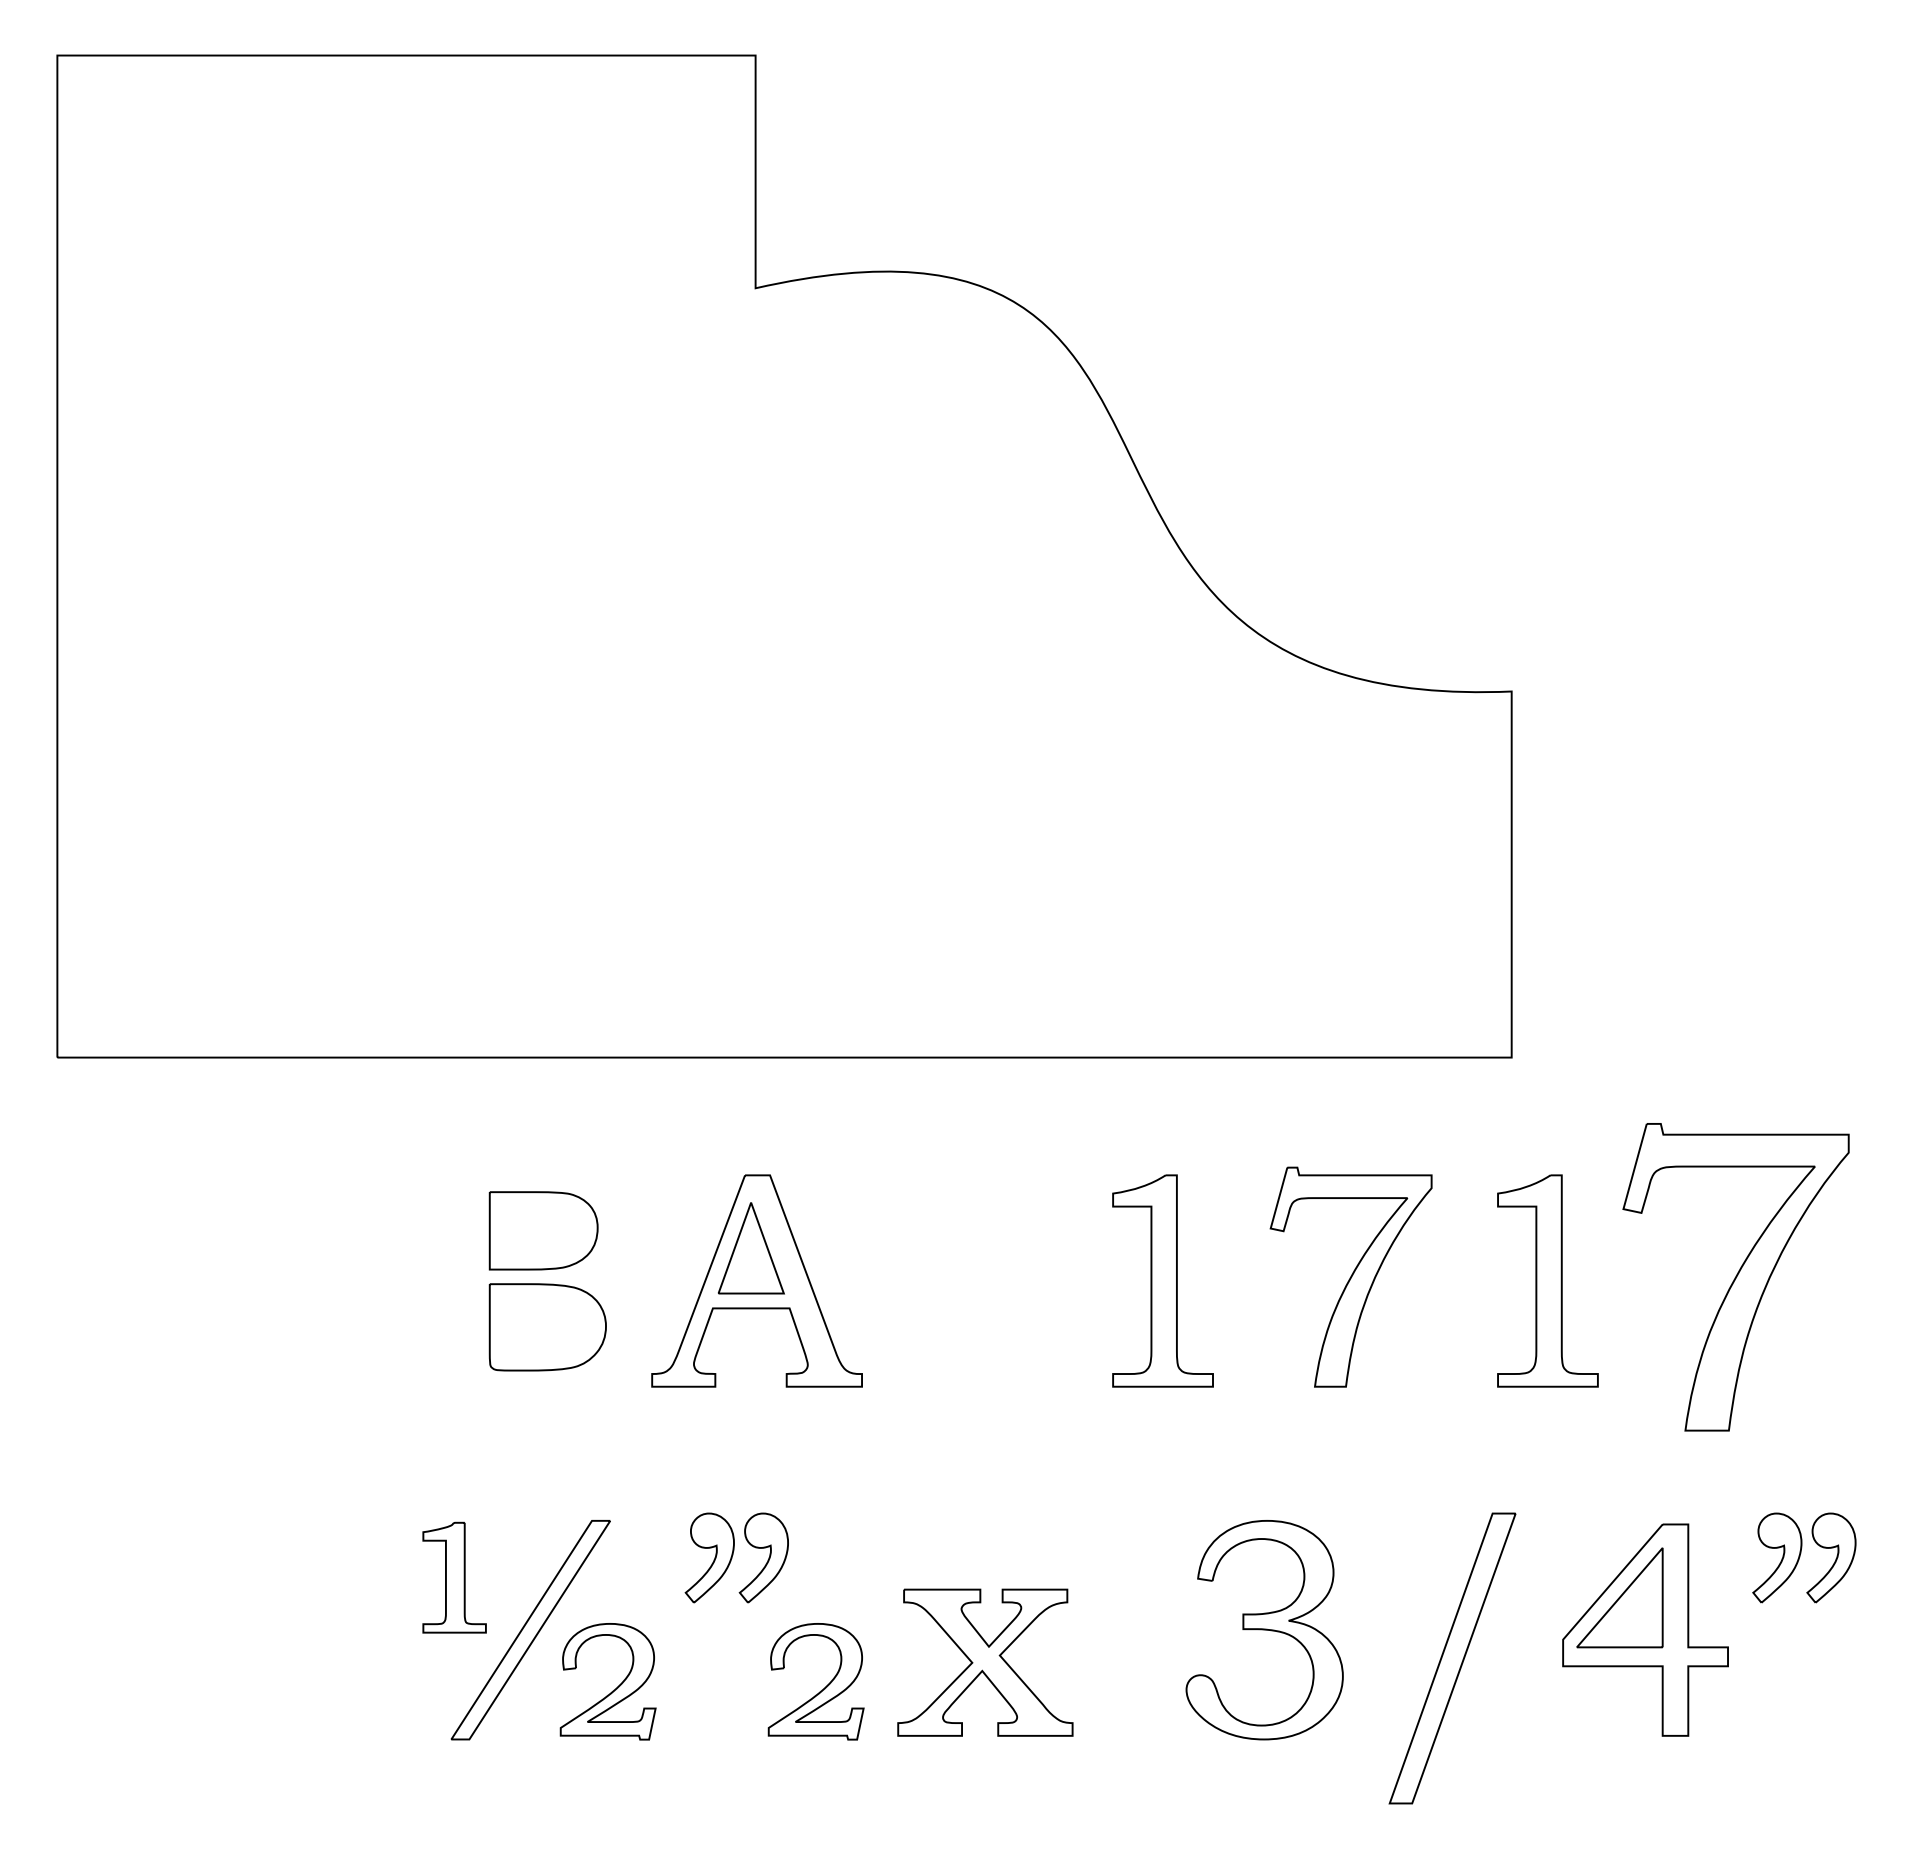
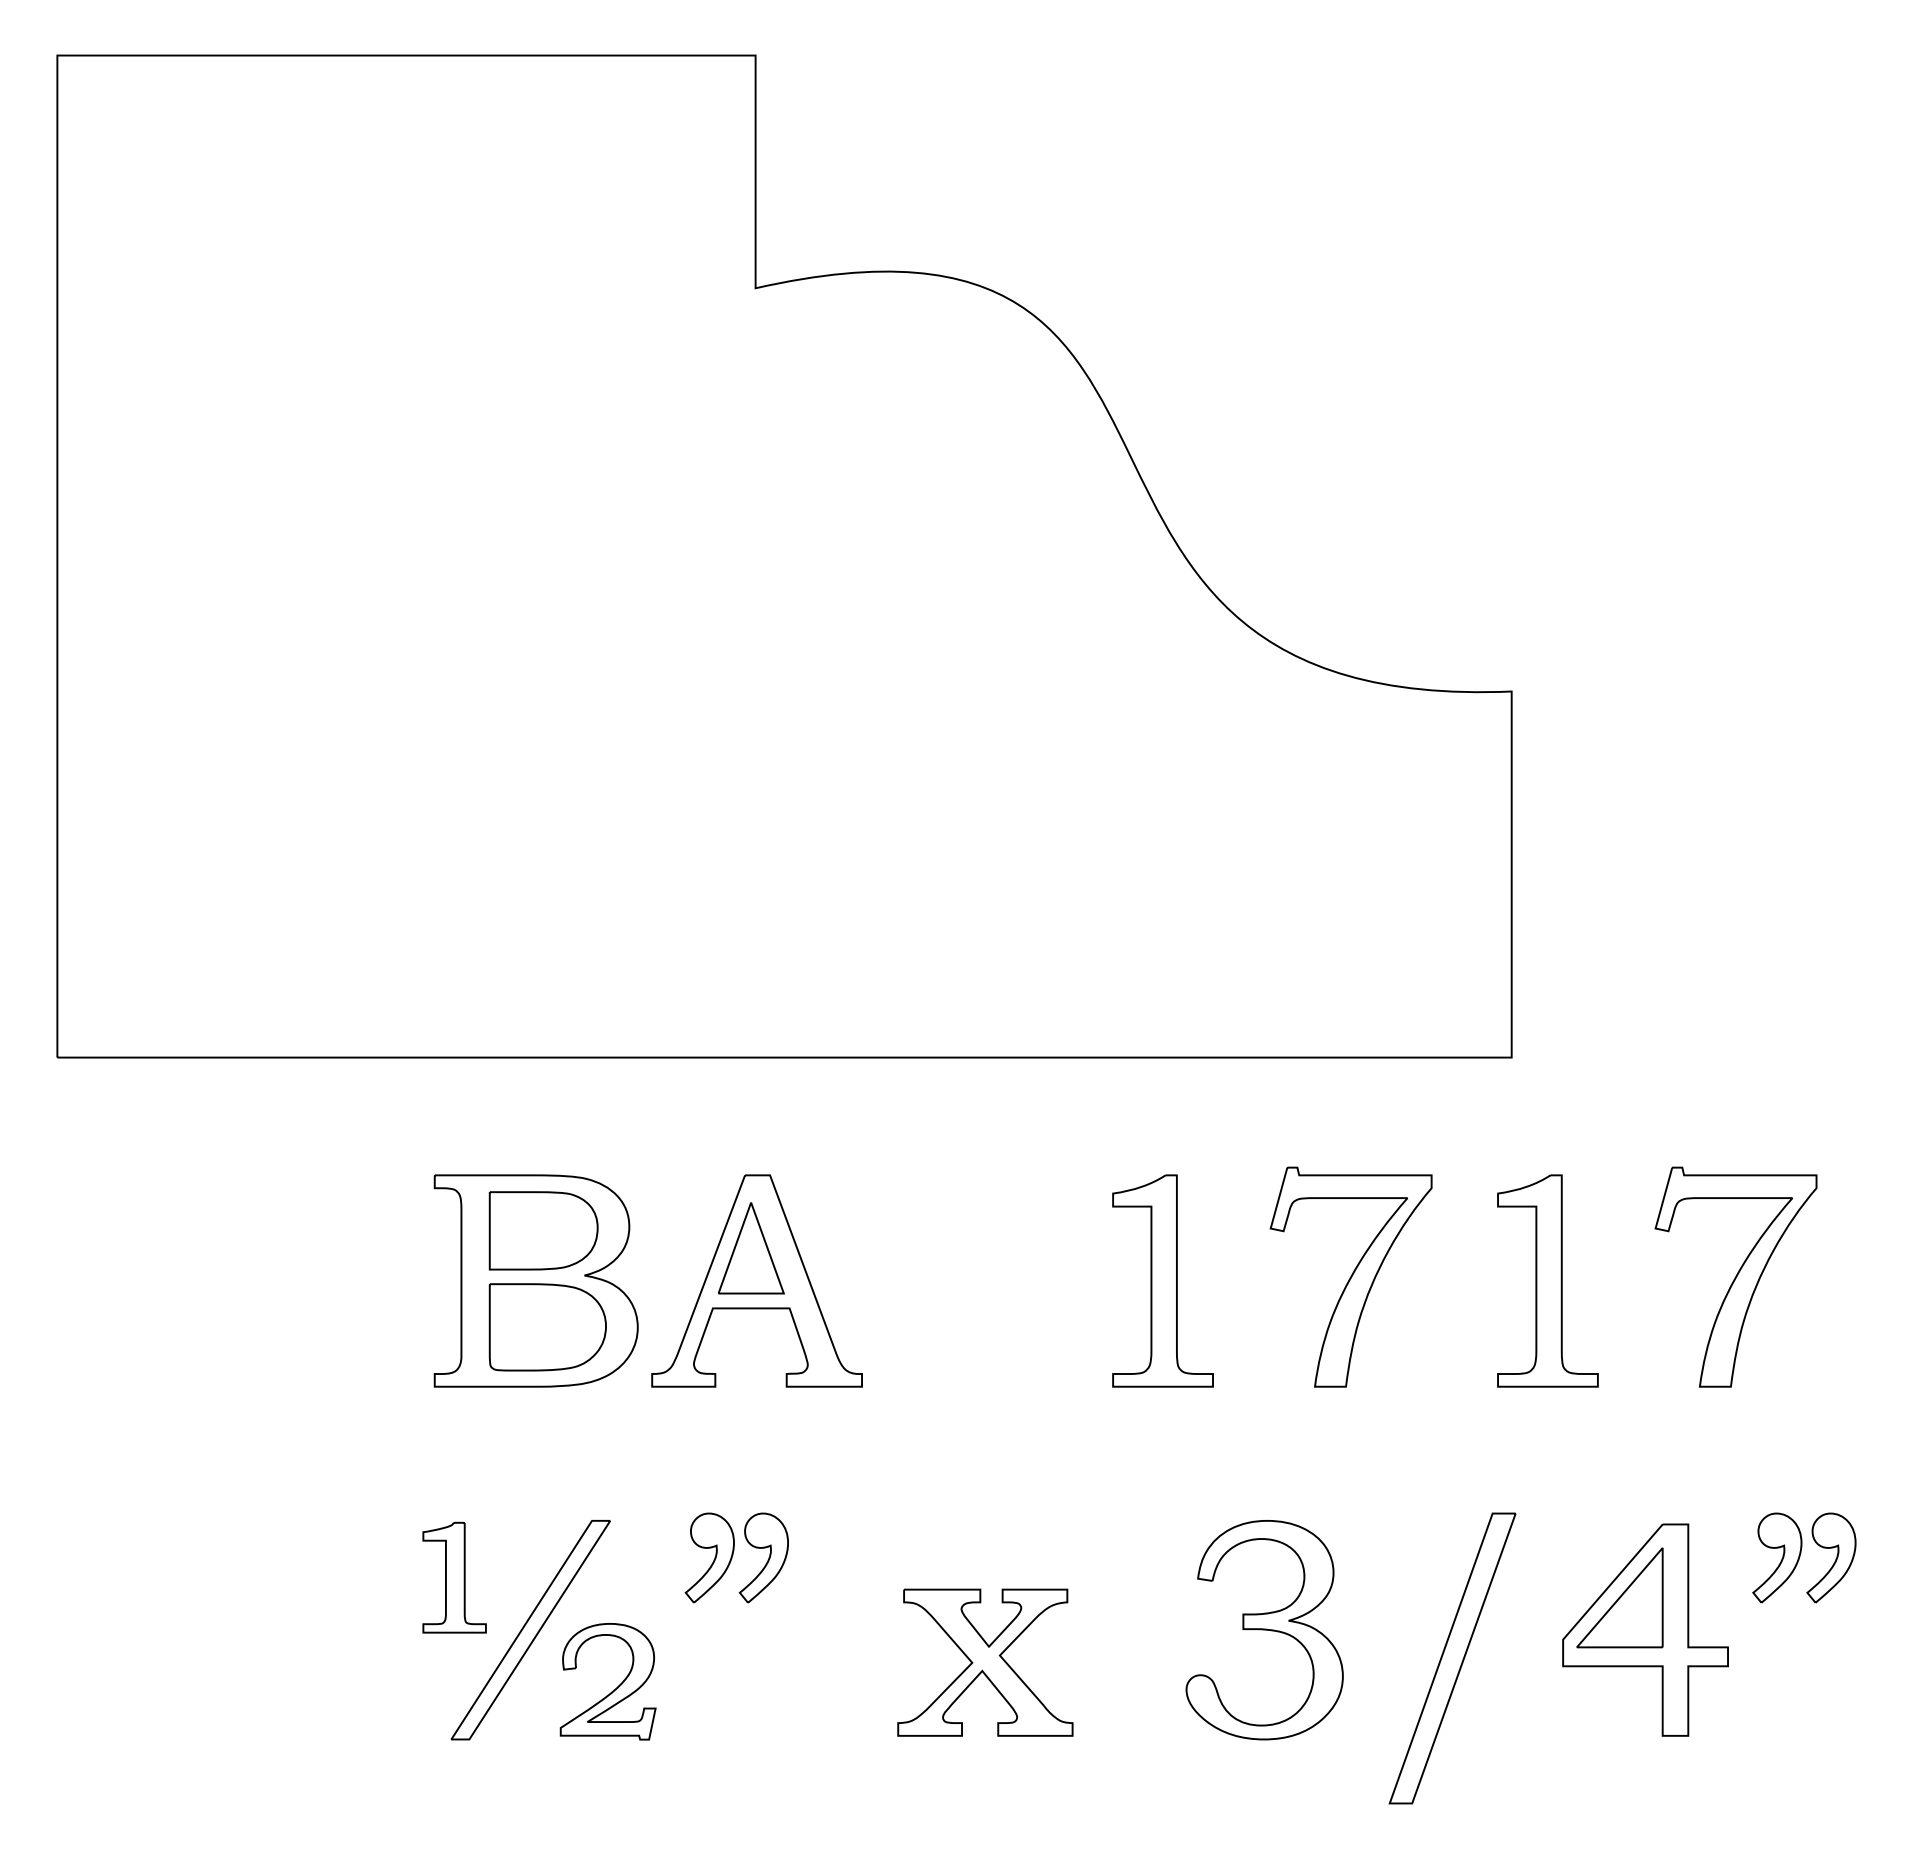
part at (1735, 1277) size: 228x309 px -> 164x222 px
part at (535, 1280): none -> present
part at (820, 1690): present -> none
